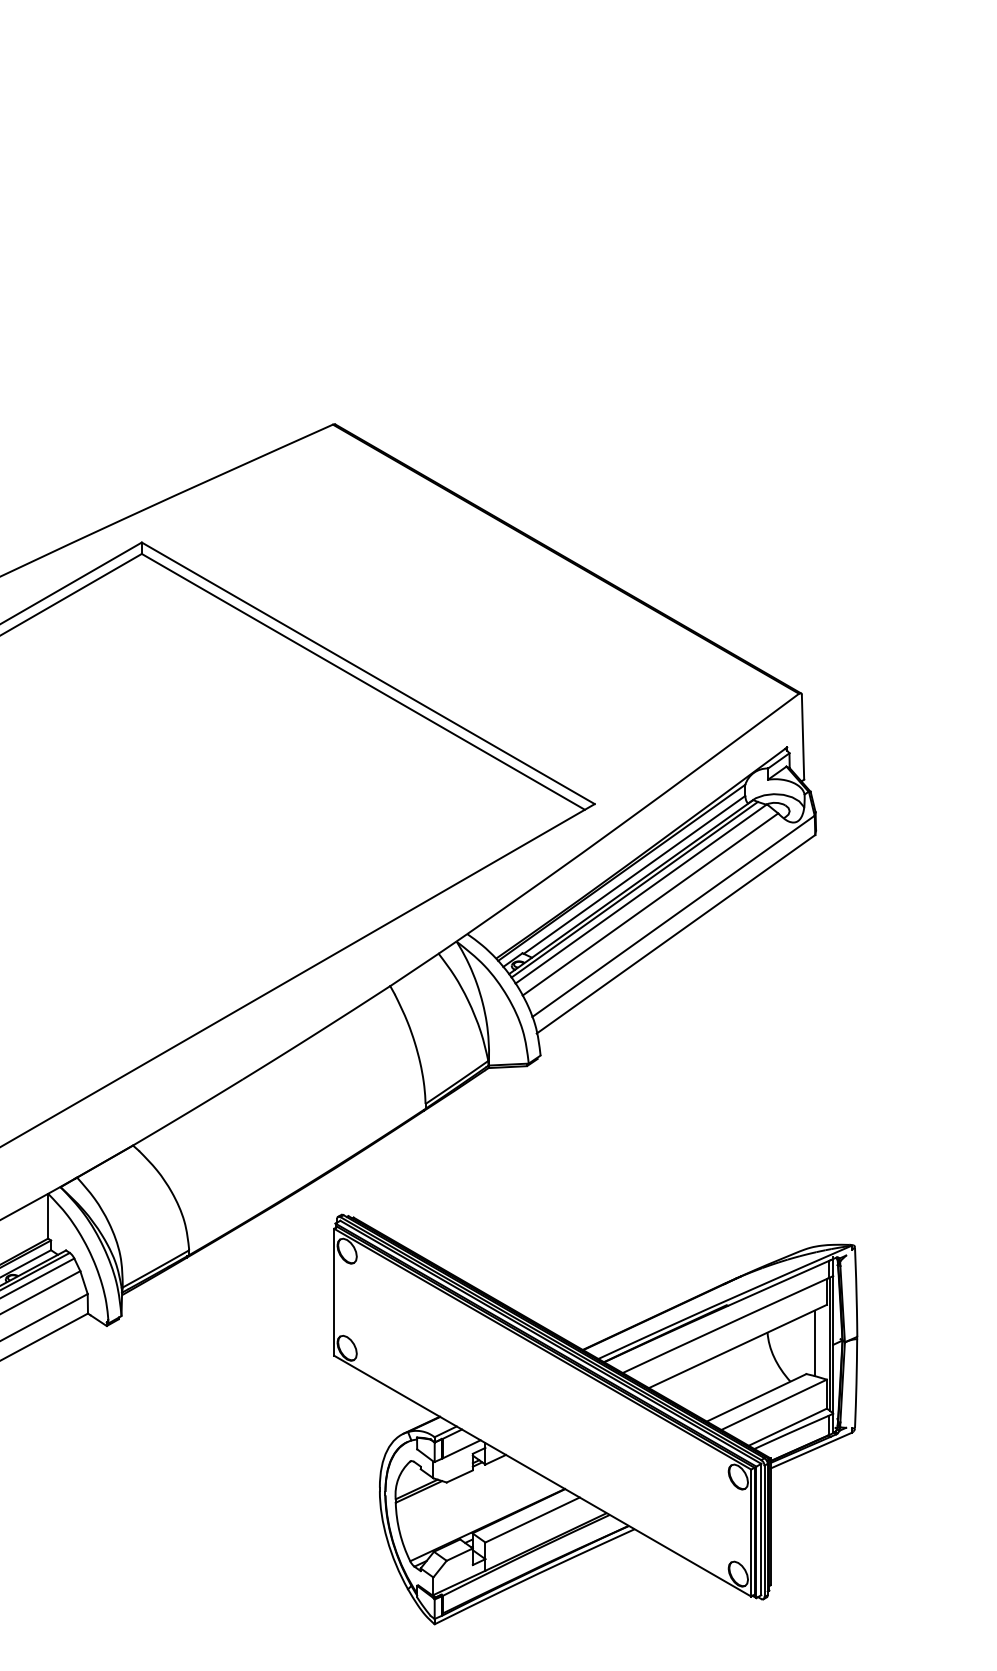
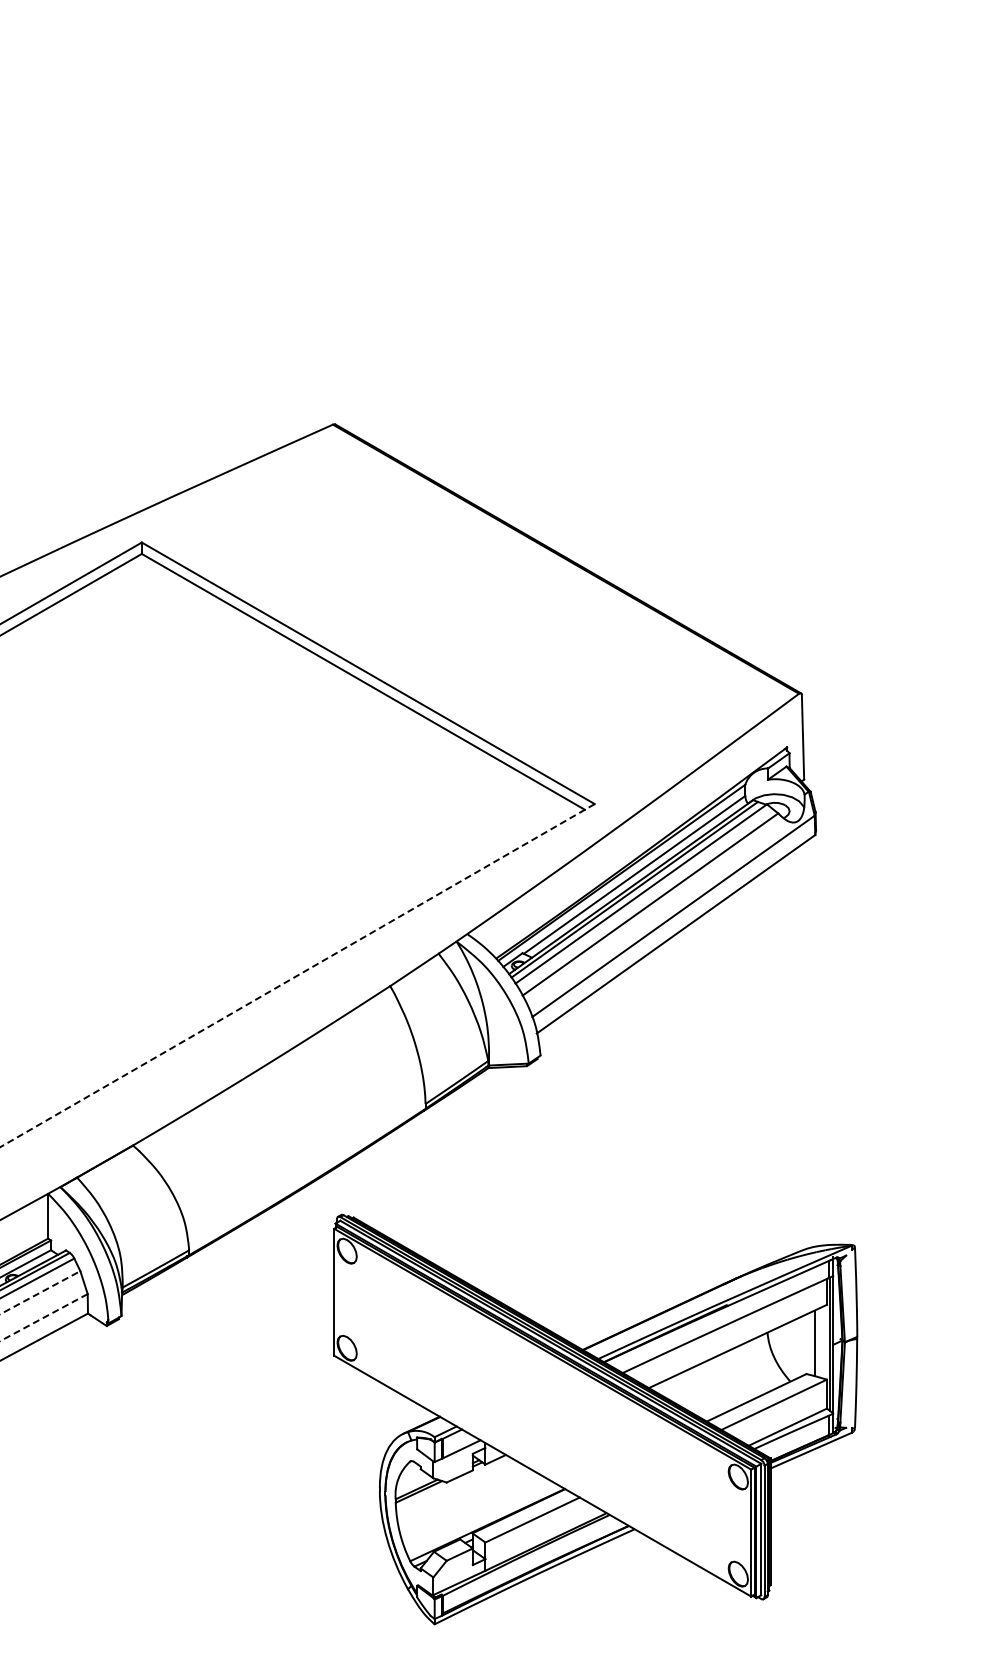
line at (297, 975): solid -> dashed
line at (40, 1292): solid -> dashed
line at (43, 1317): solid -> dashed
